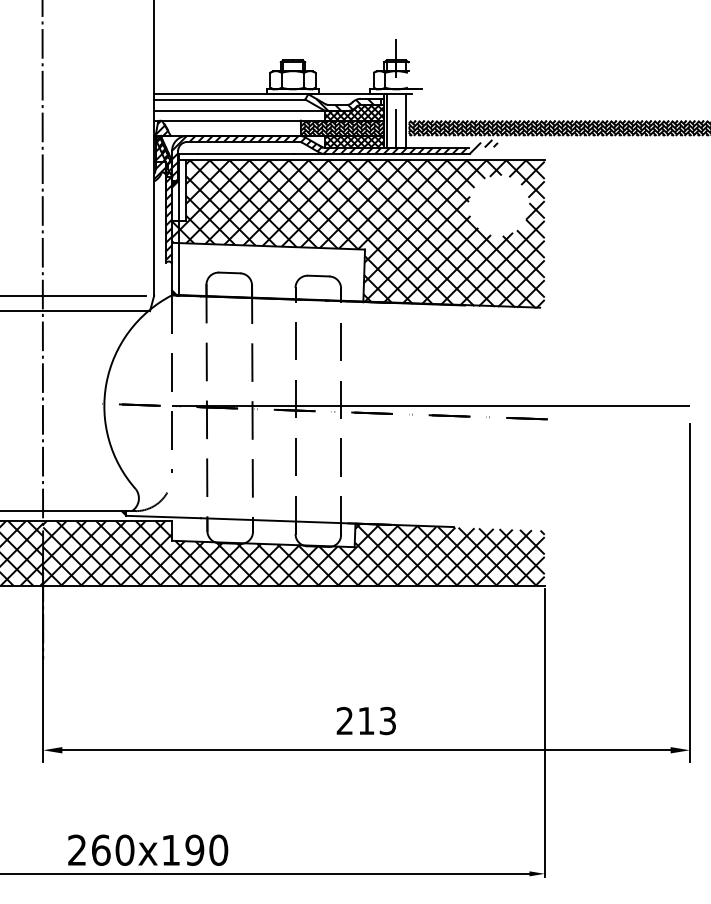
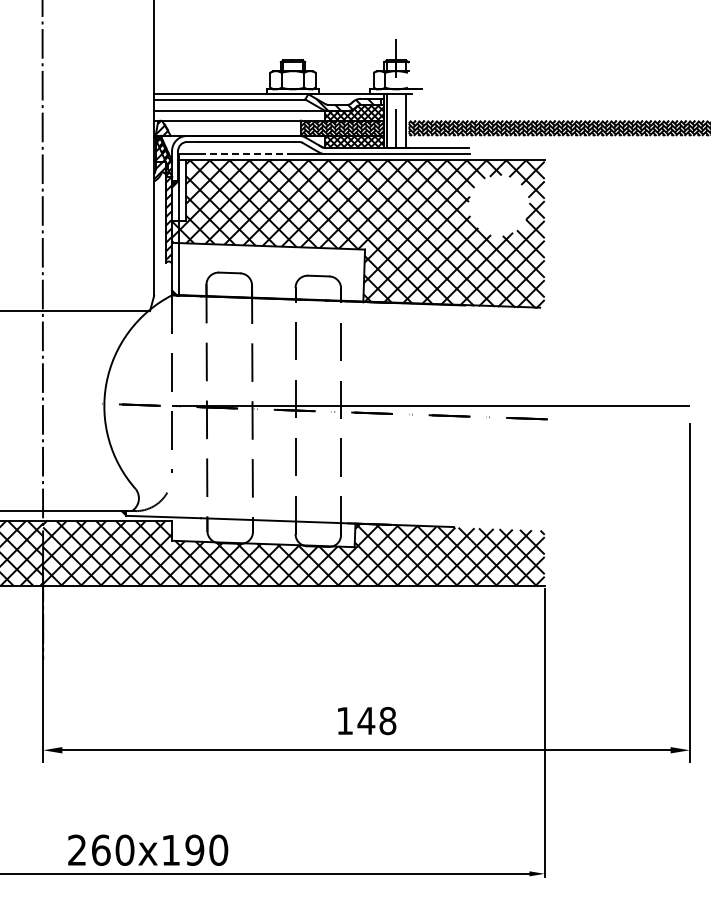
line at (245, 154): solid -> dashed
hatch at (334, 158): present -> none
line at (74, 295): present -> none
text at (366, 720): 213 -> 148
